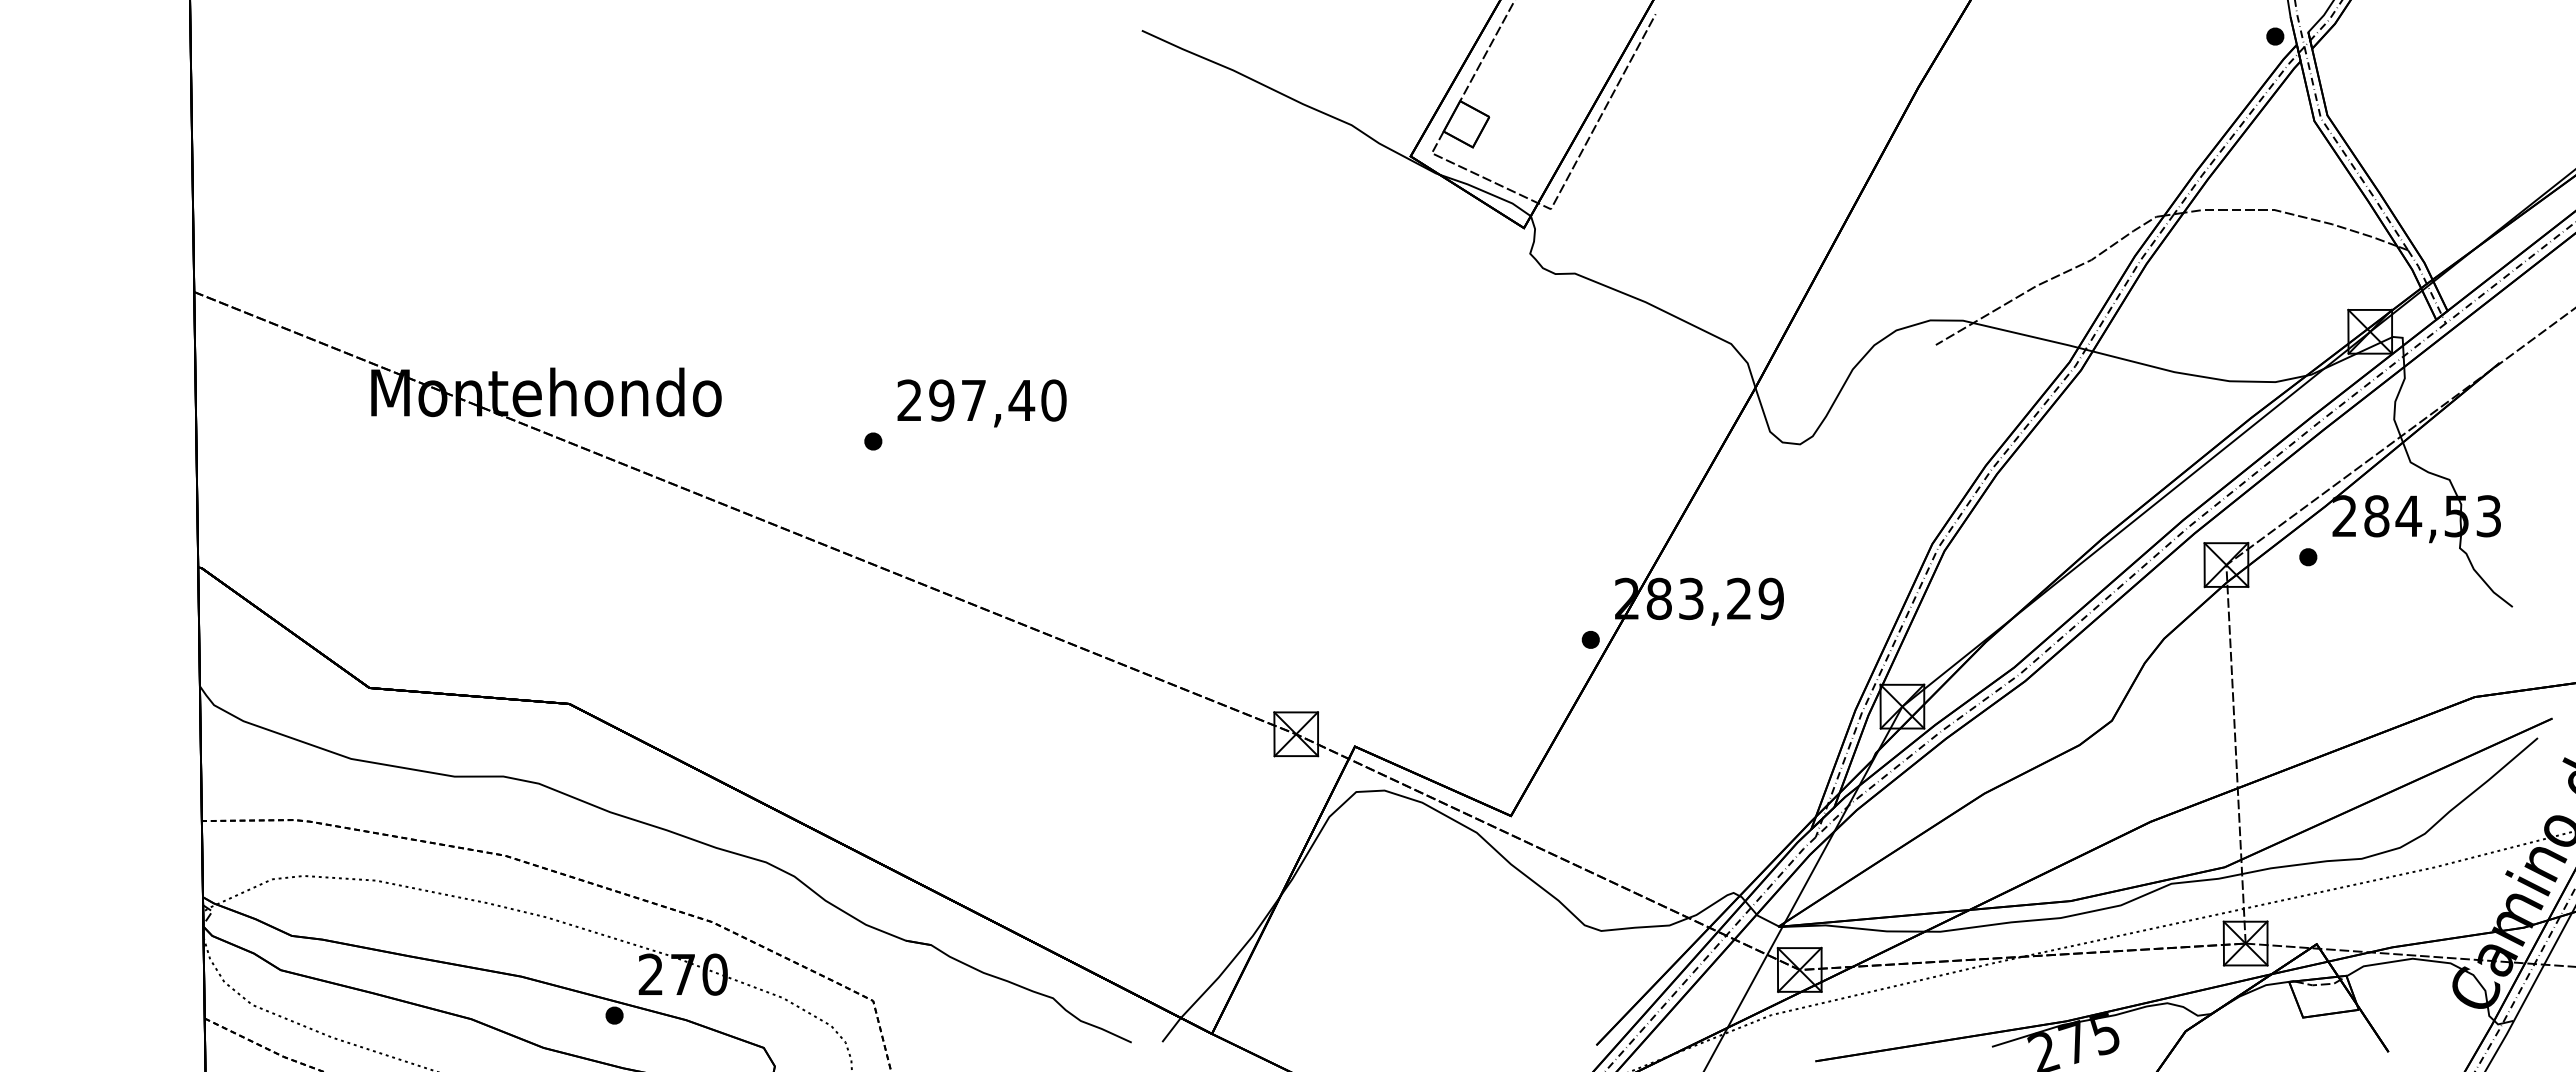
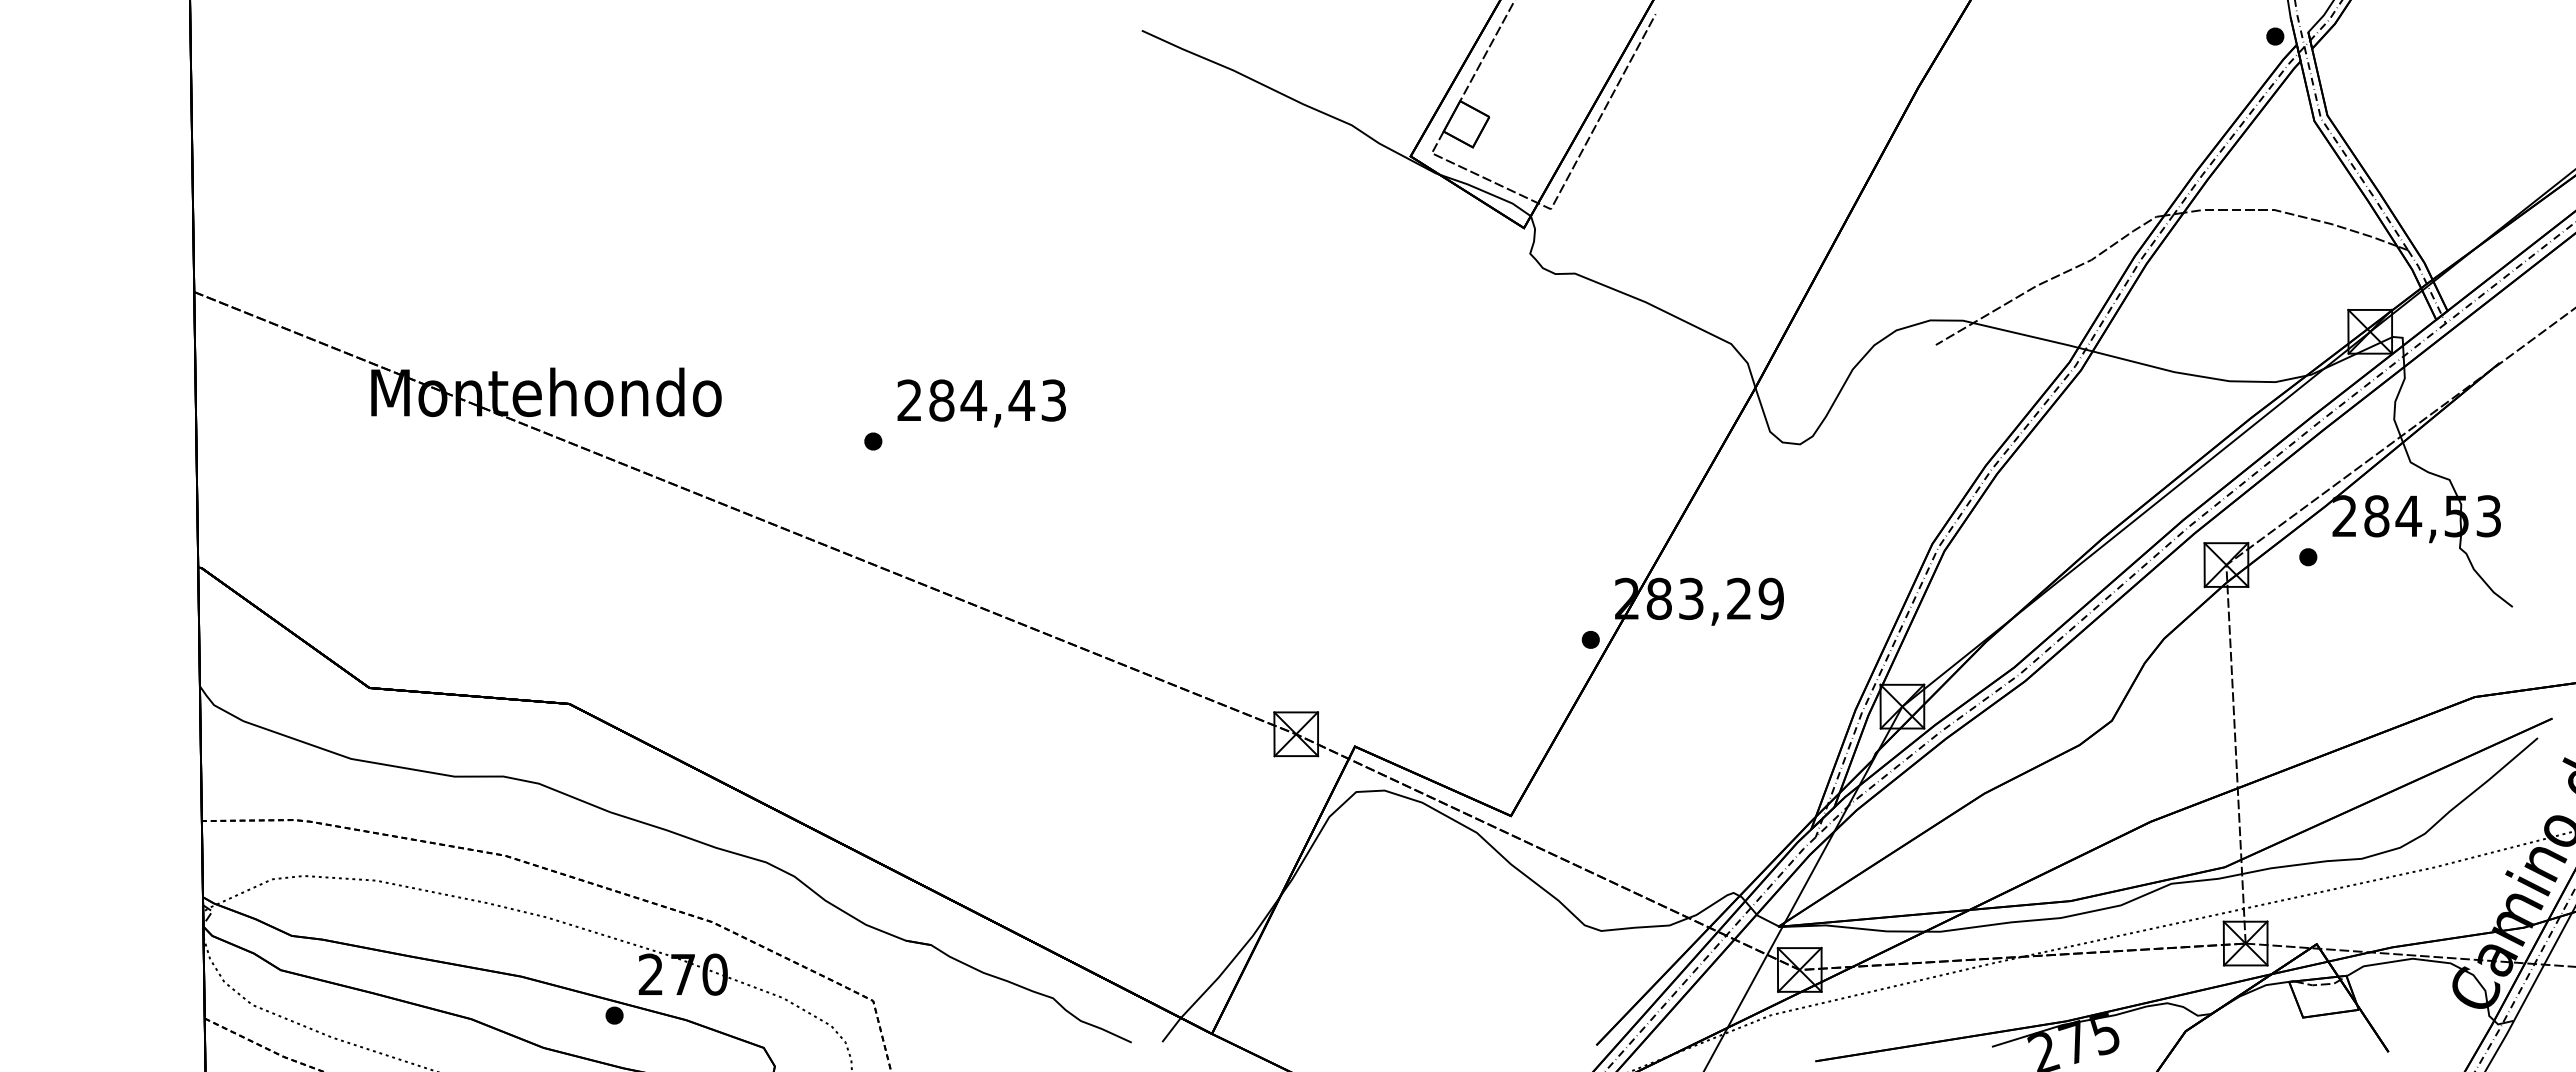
text at (997, 400): 297,40 -> 284,43
